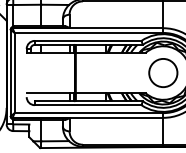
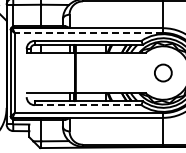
line at (88, 32): solid -> dashed
circle at (163, 72) diameter: 28 px -> 17 px
line at (87, 105): solid -> dashed
